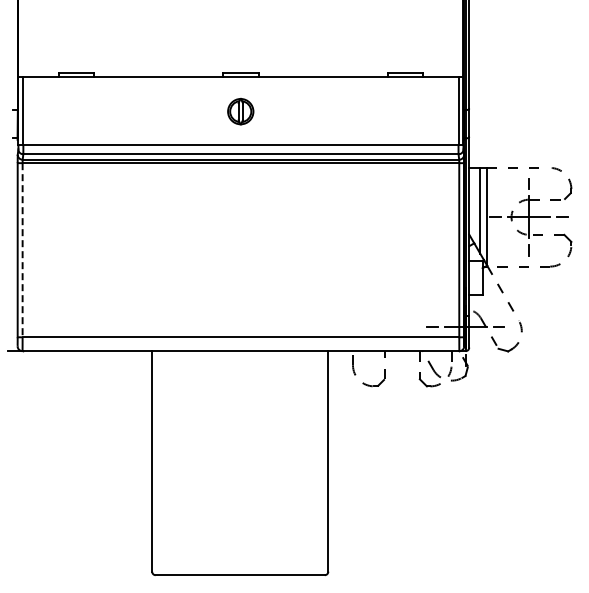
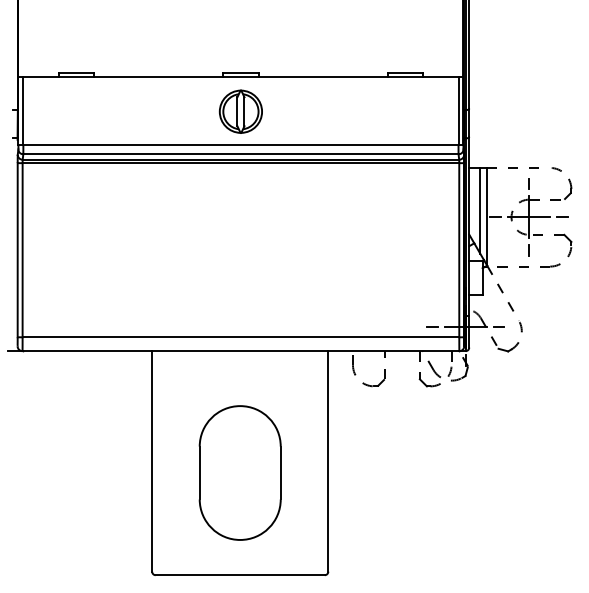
part at (240, 111) size: 28x29 px -> 45x45 px
line at (22, 250): dashed -> solid
part at (239, 472): none -> present
